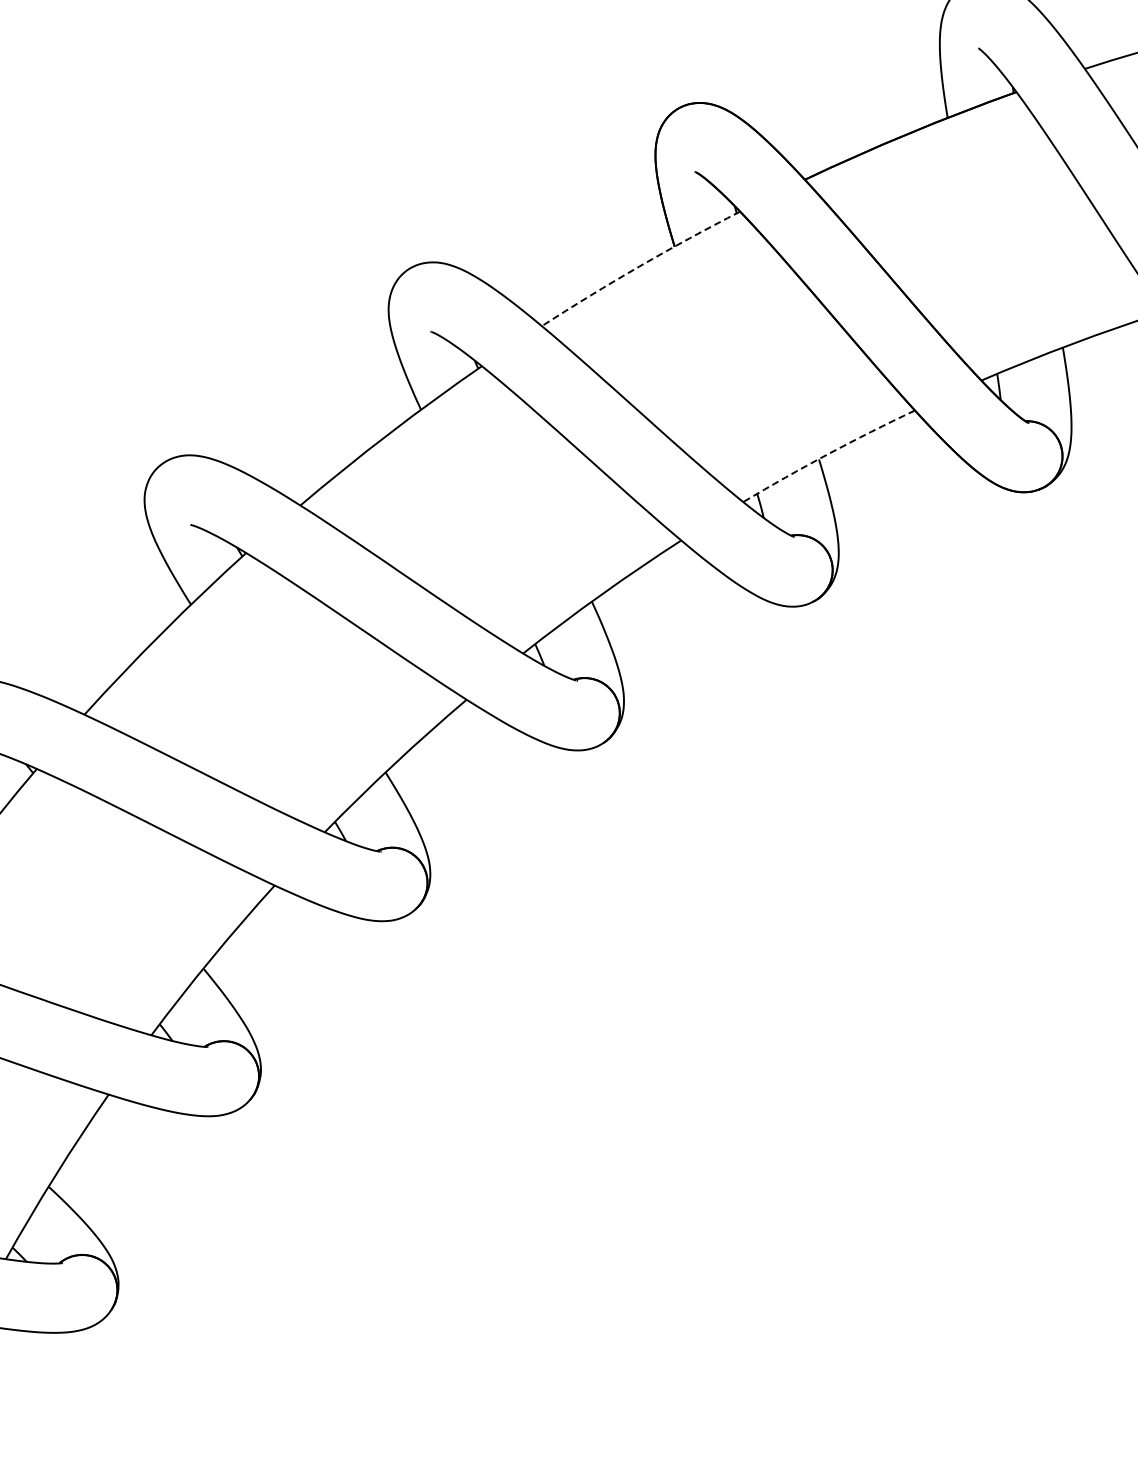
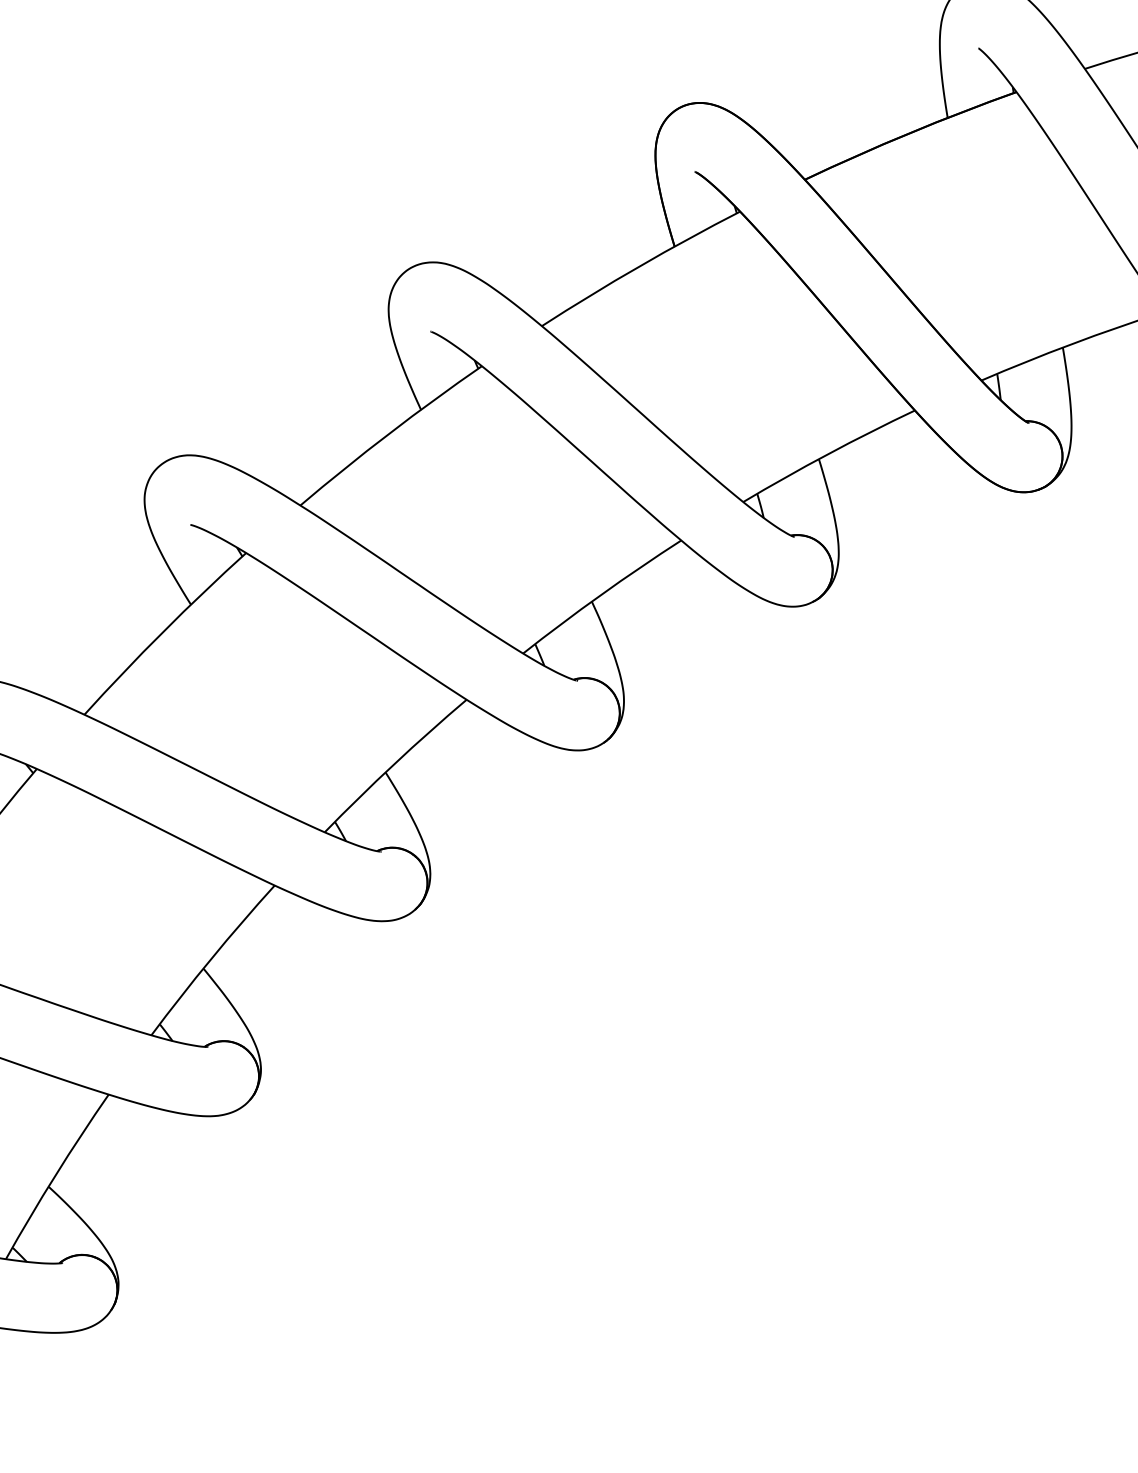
arc at (639, 266): dashed -> solid
arc at (828, 454): dashed -> solid
